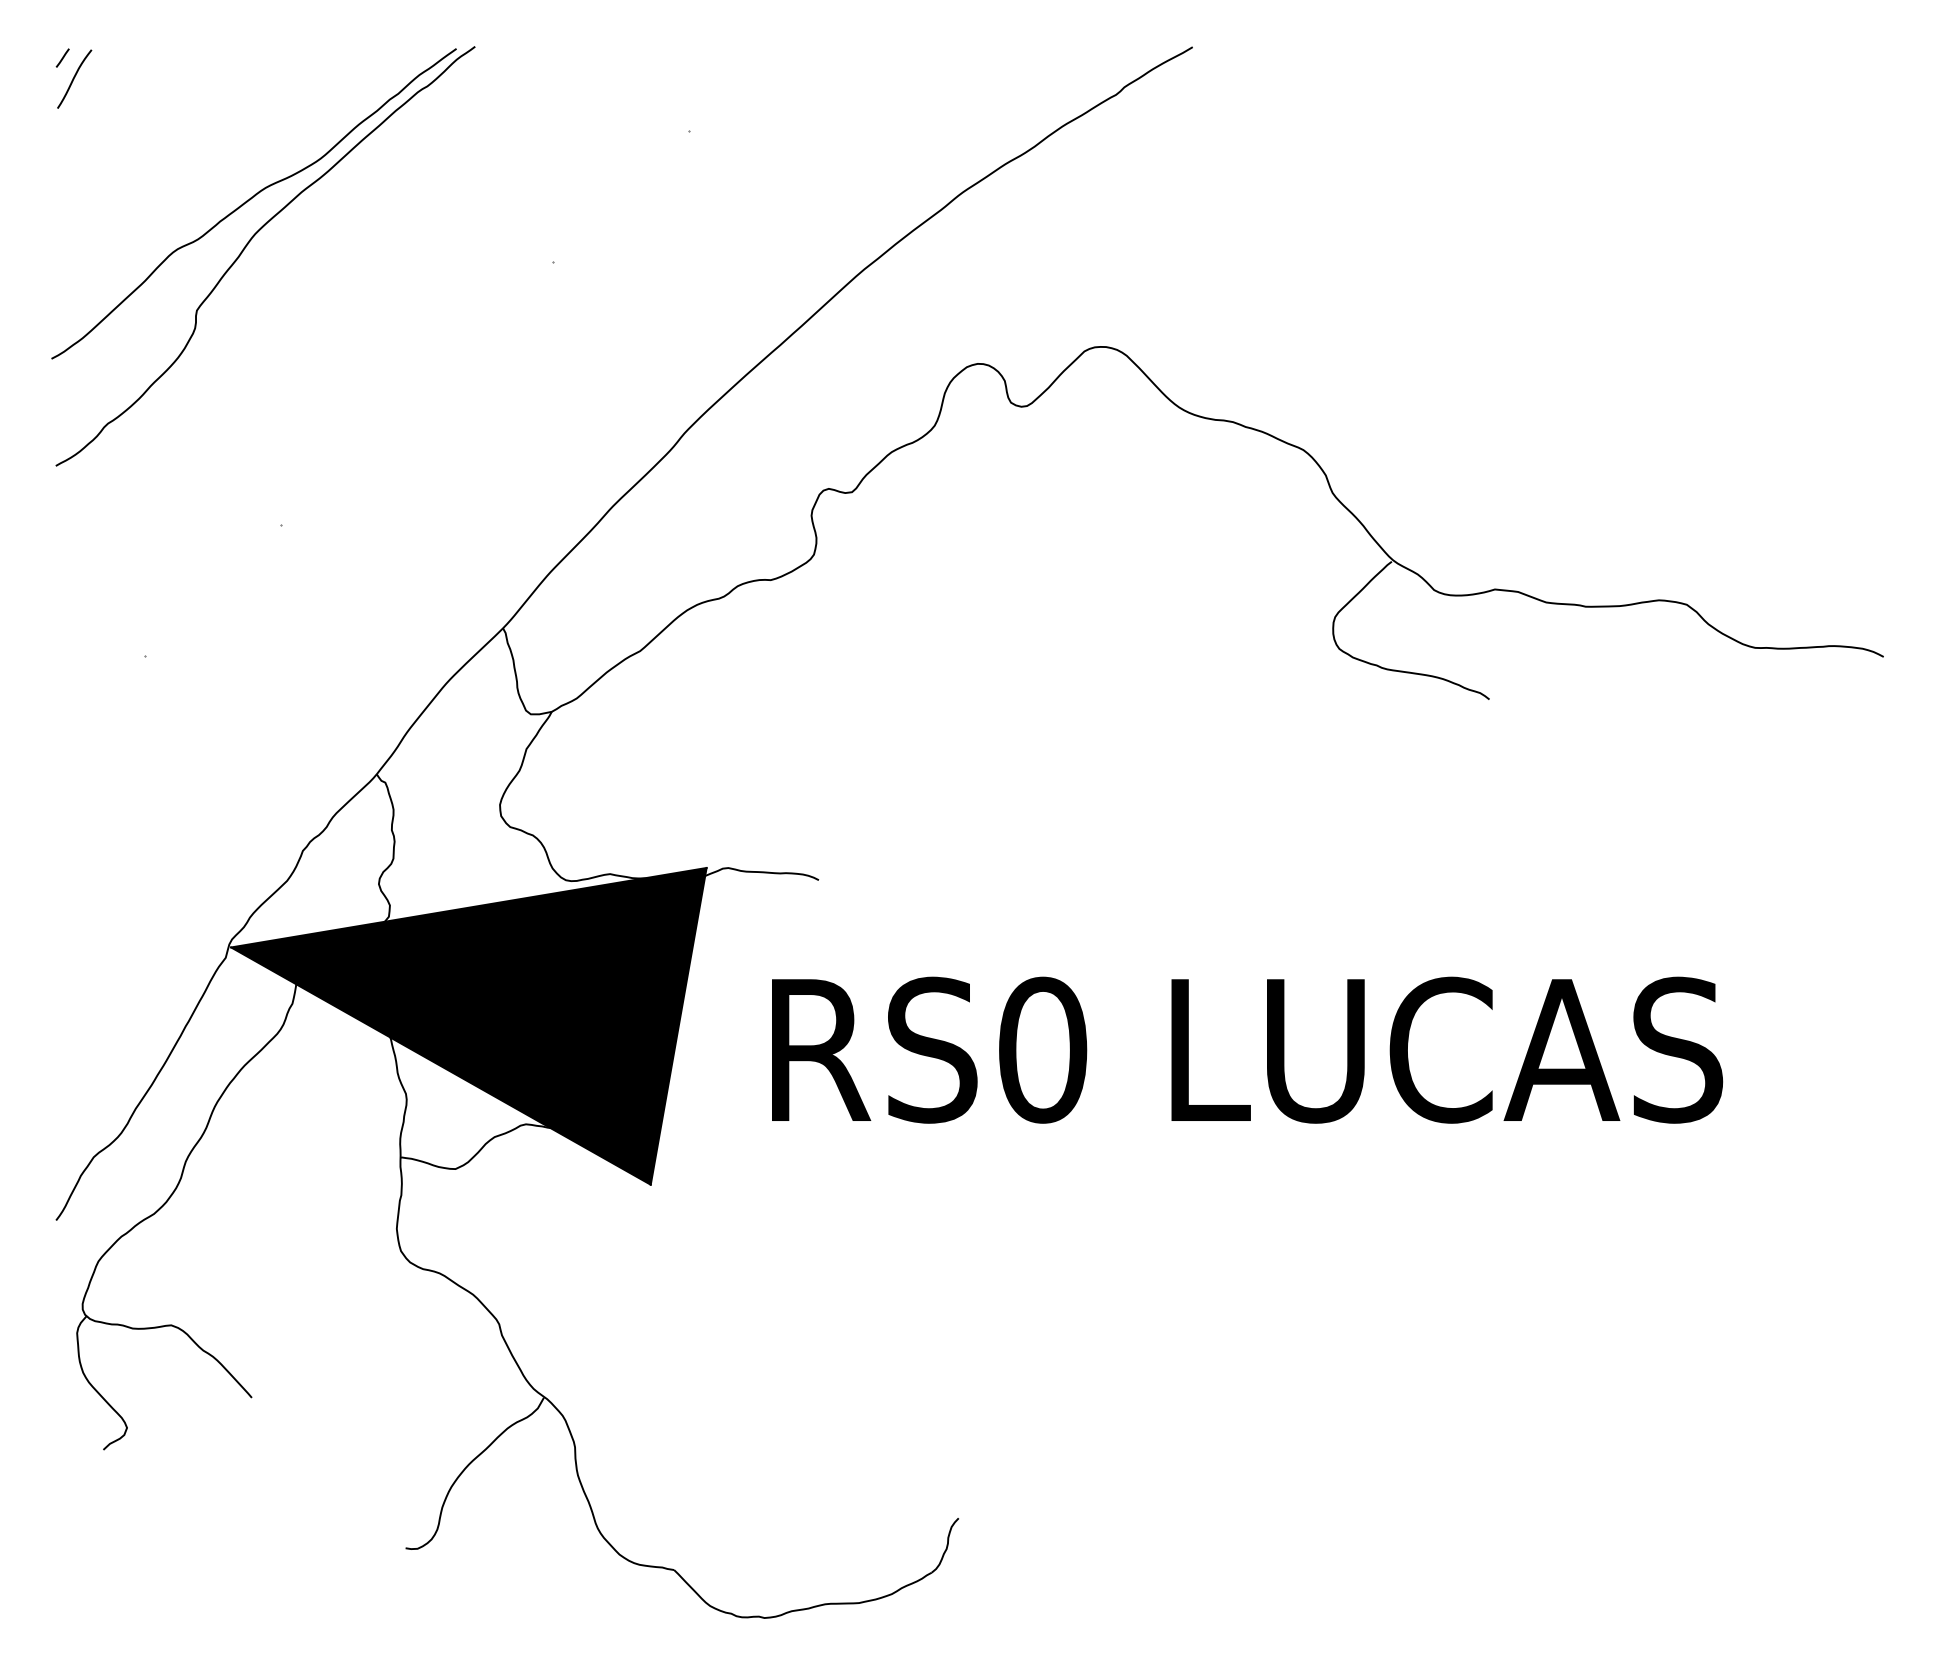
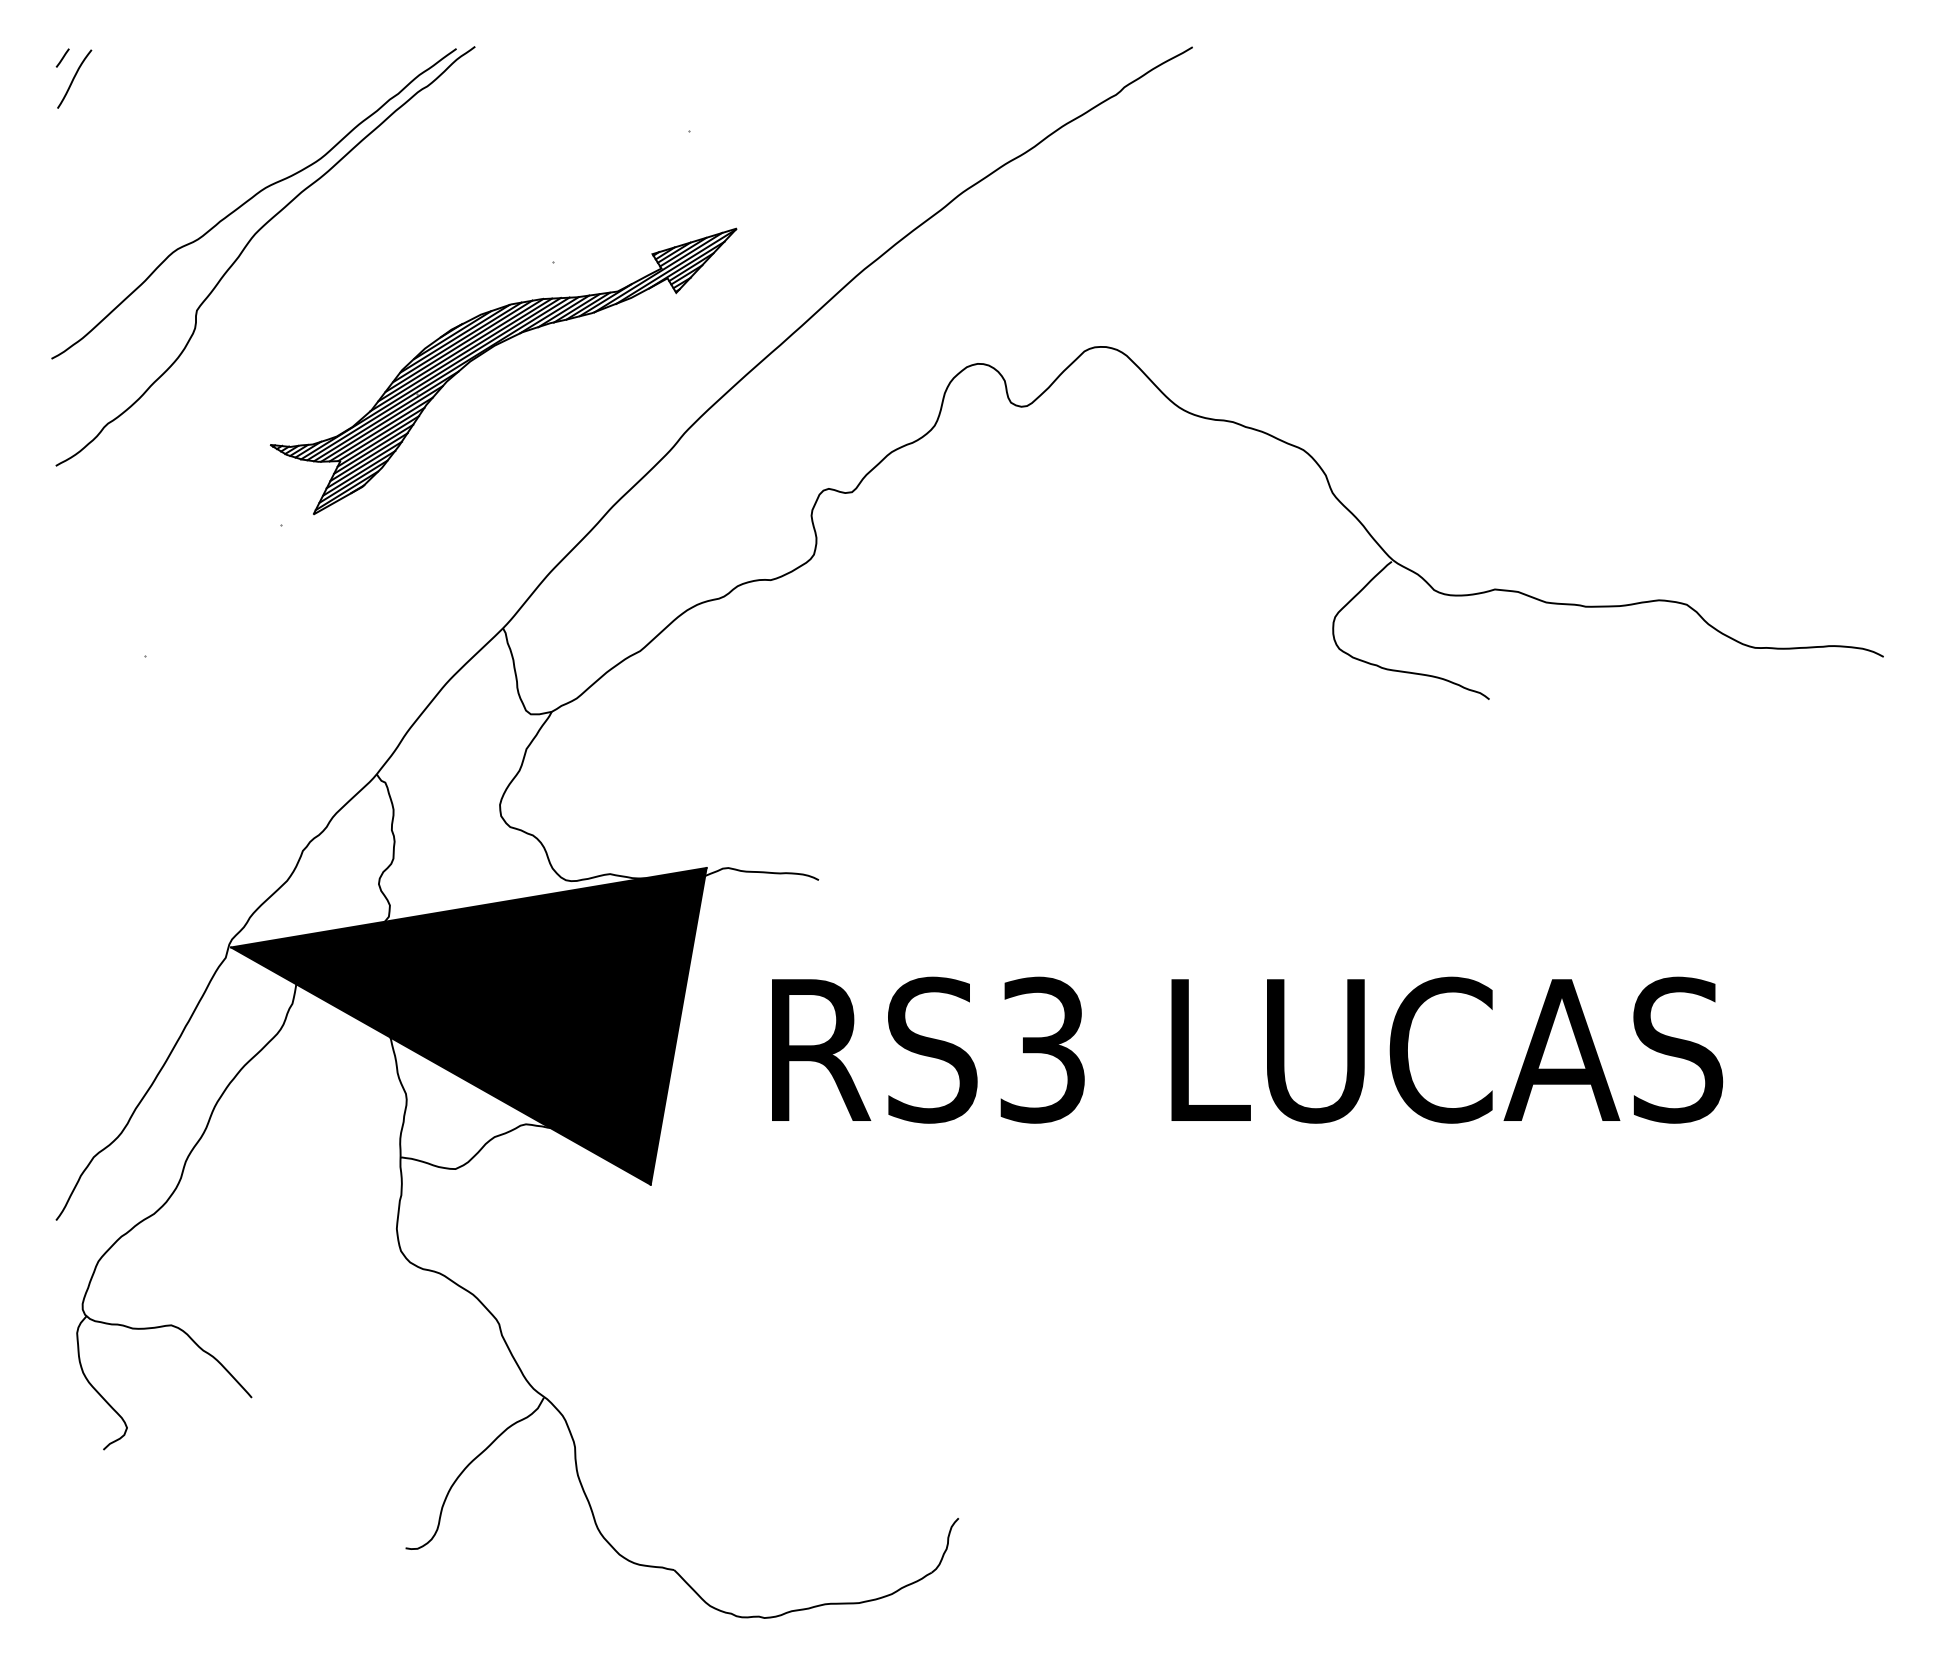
part at (489, 350): none -> present
text at (1043, 1049): RS0 -> RS3
